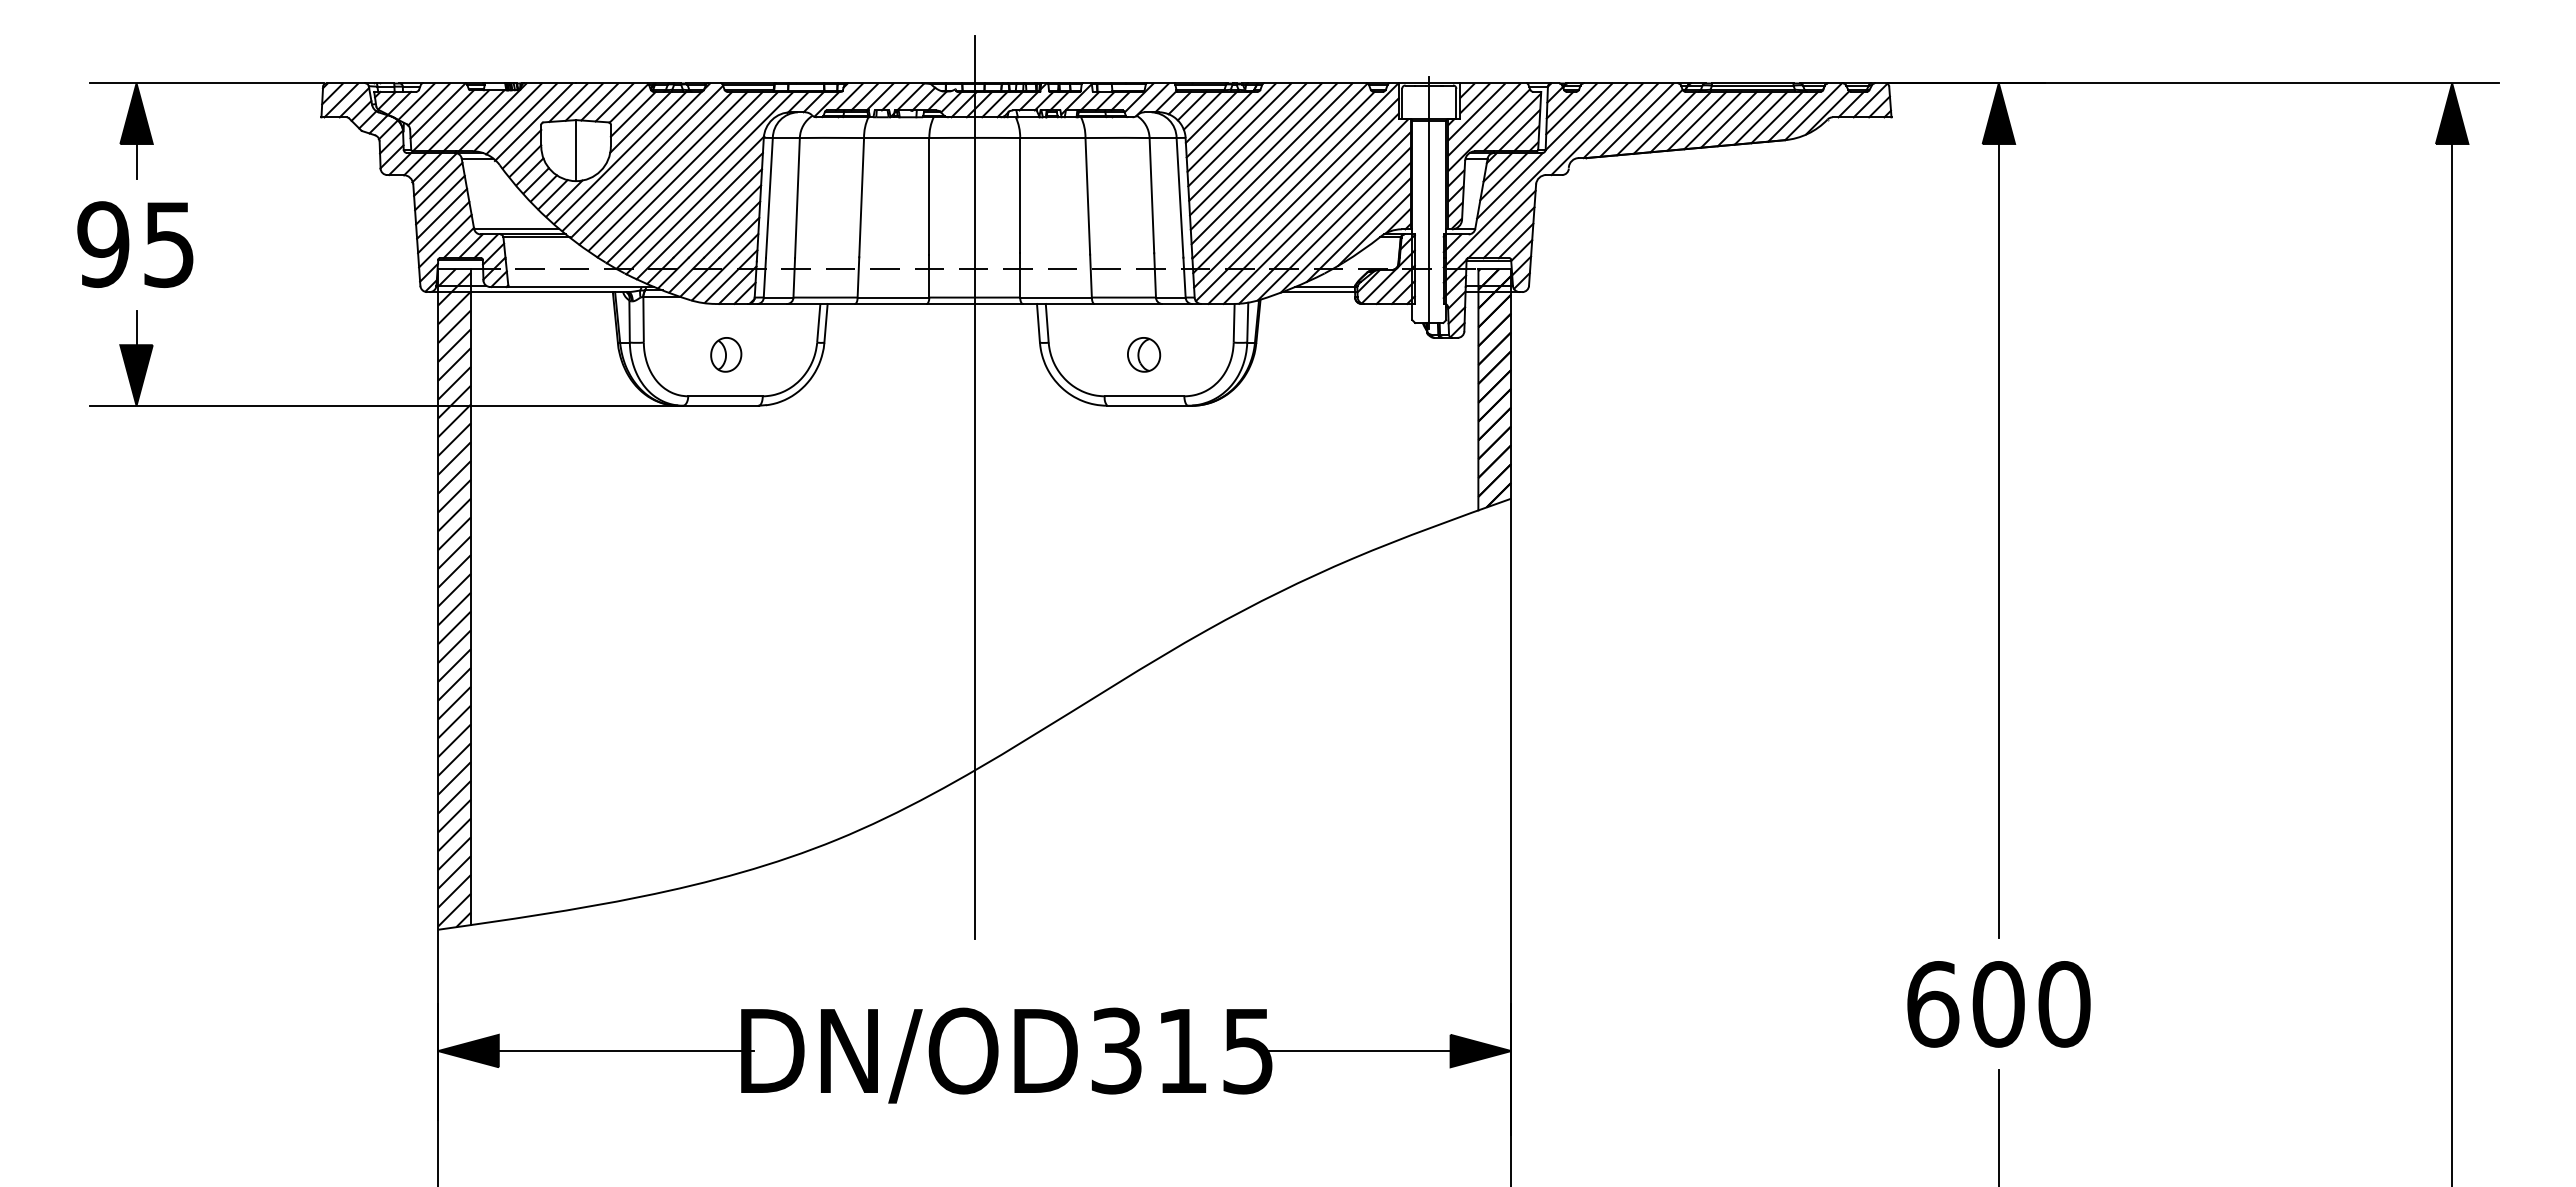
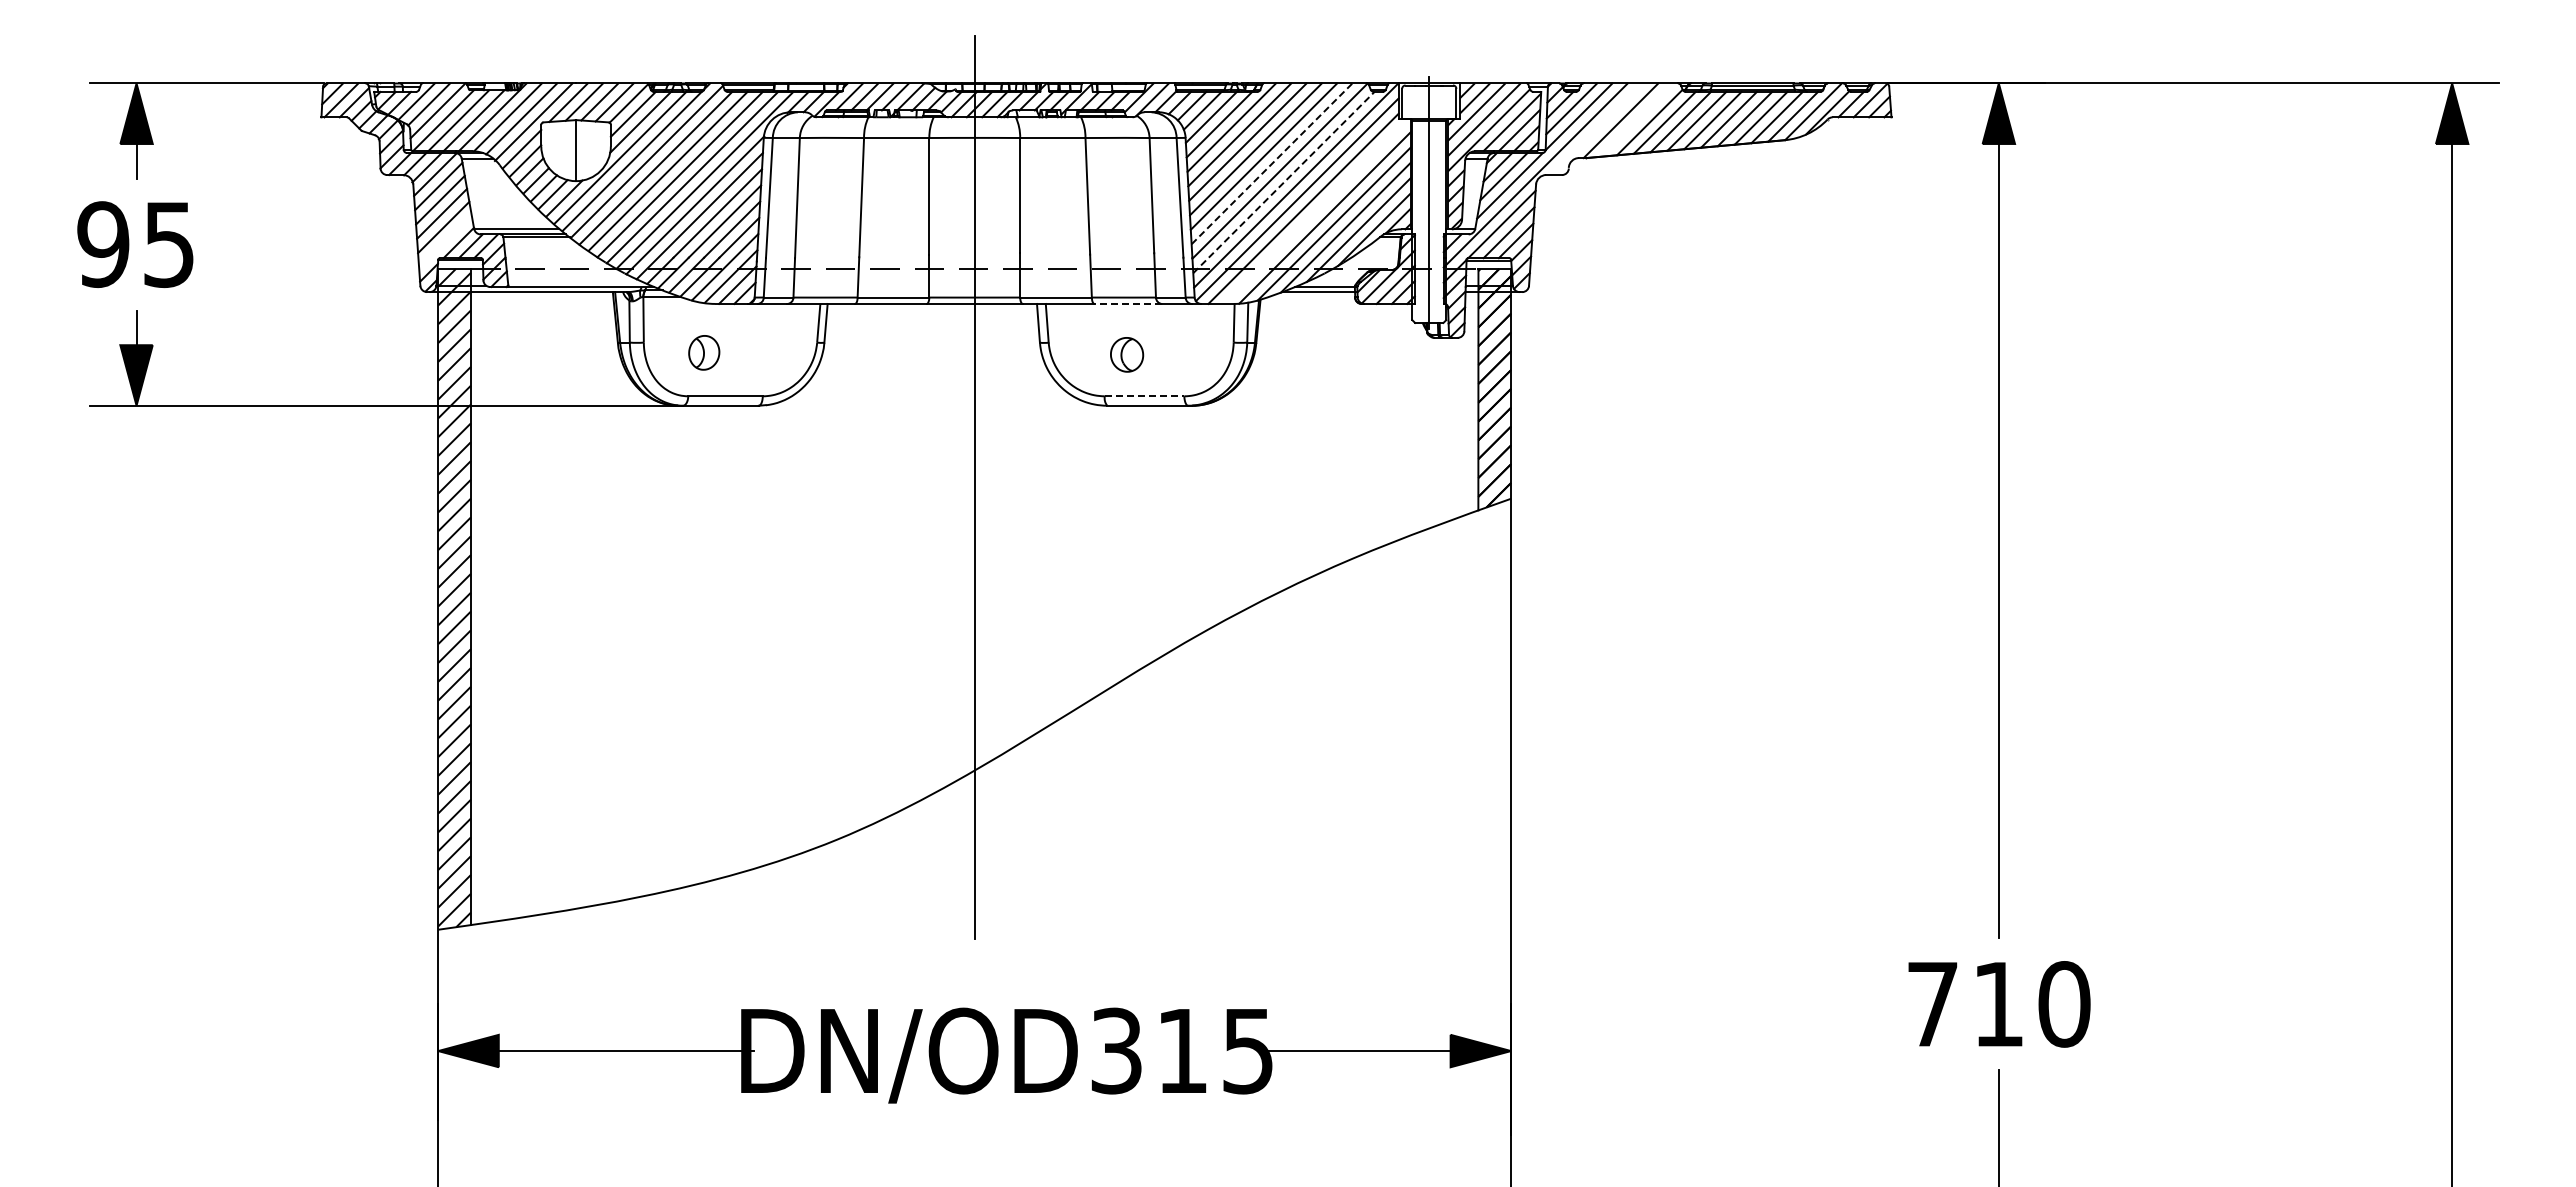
line at (1636, 119): present -> none
line at (1597, 129): present -> none
line at (1272, 163): solid -> dashed
line at (1284, 182): solid -> dashed
line at (1315, 211): present -> none
line at (445, 240): present -> none
line at (1128, 303): solid -> dashed
part at (726, 354) position: (726, 354) -> (704, 352)
part at (1144, 354) position: (1144, 354) -> (1127, 354)
line at (1144, 396): solid -> dashed
text at (1965, 1004): 600 -> 710
